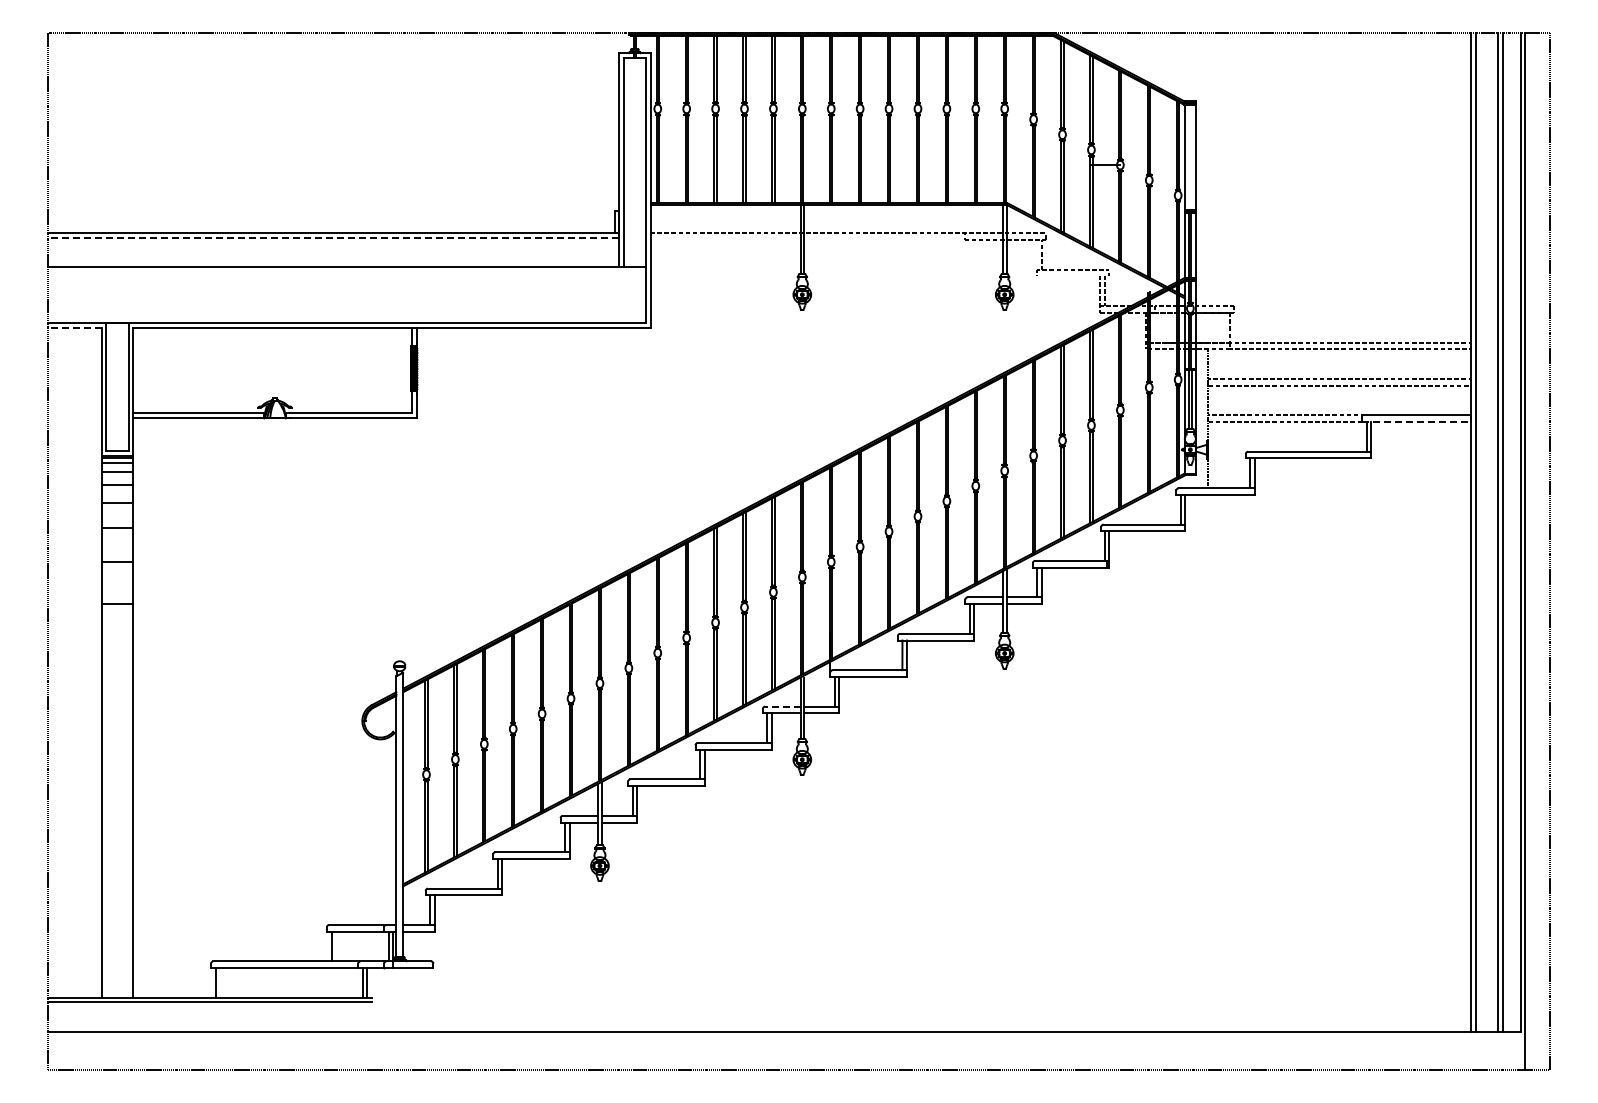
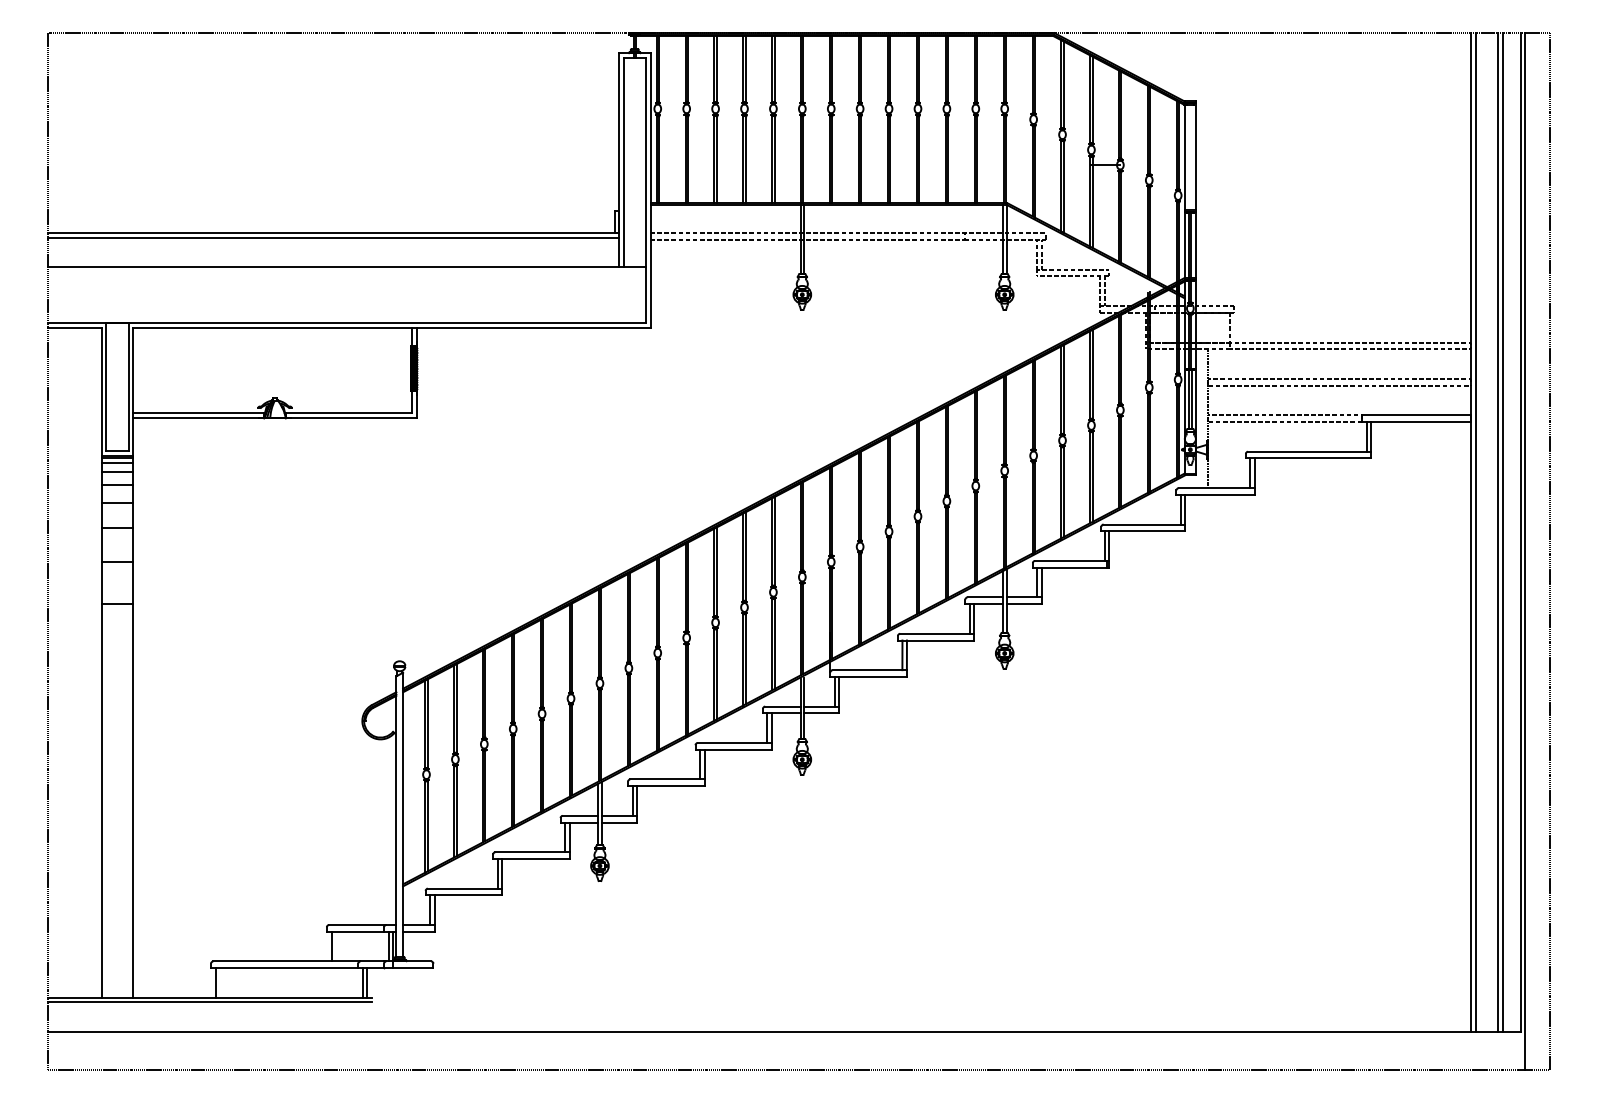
line at (333, 237): dashed -> solid
line at (807, 240): none -> present
line at (1037, 254): none -> present
line at (1073, 276): none -> present
line at (74, 327): dashed -> solid
line at (1416, 422): dashed -> solid
line at (782, 706): dashed -> solid
